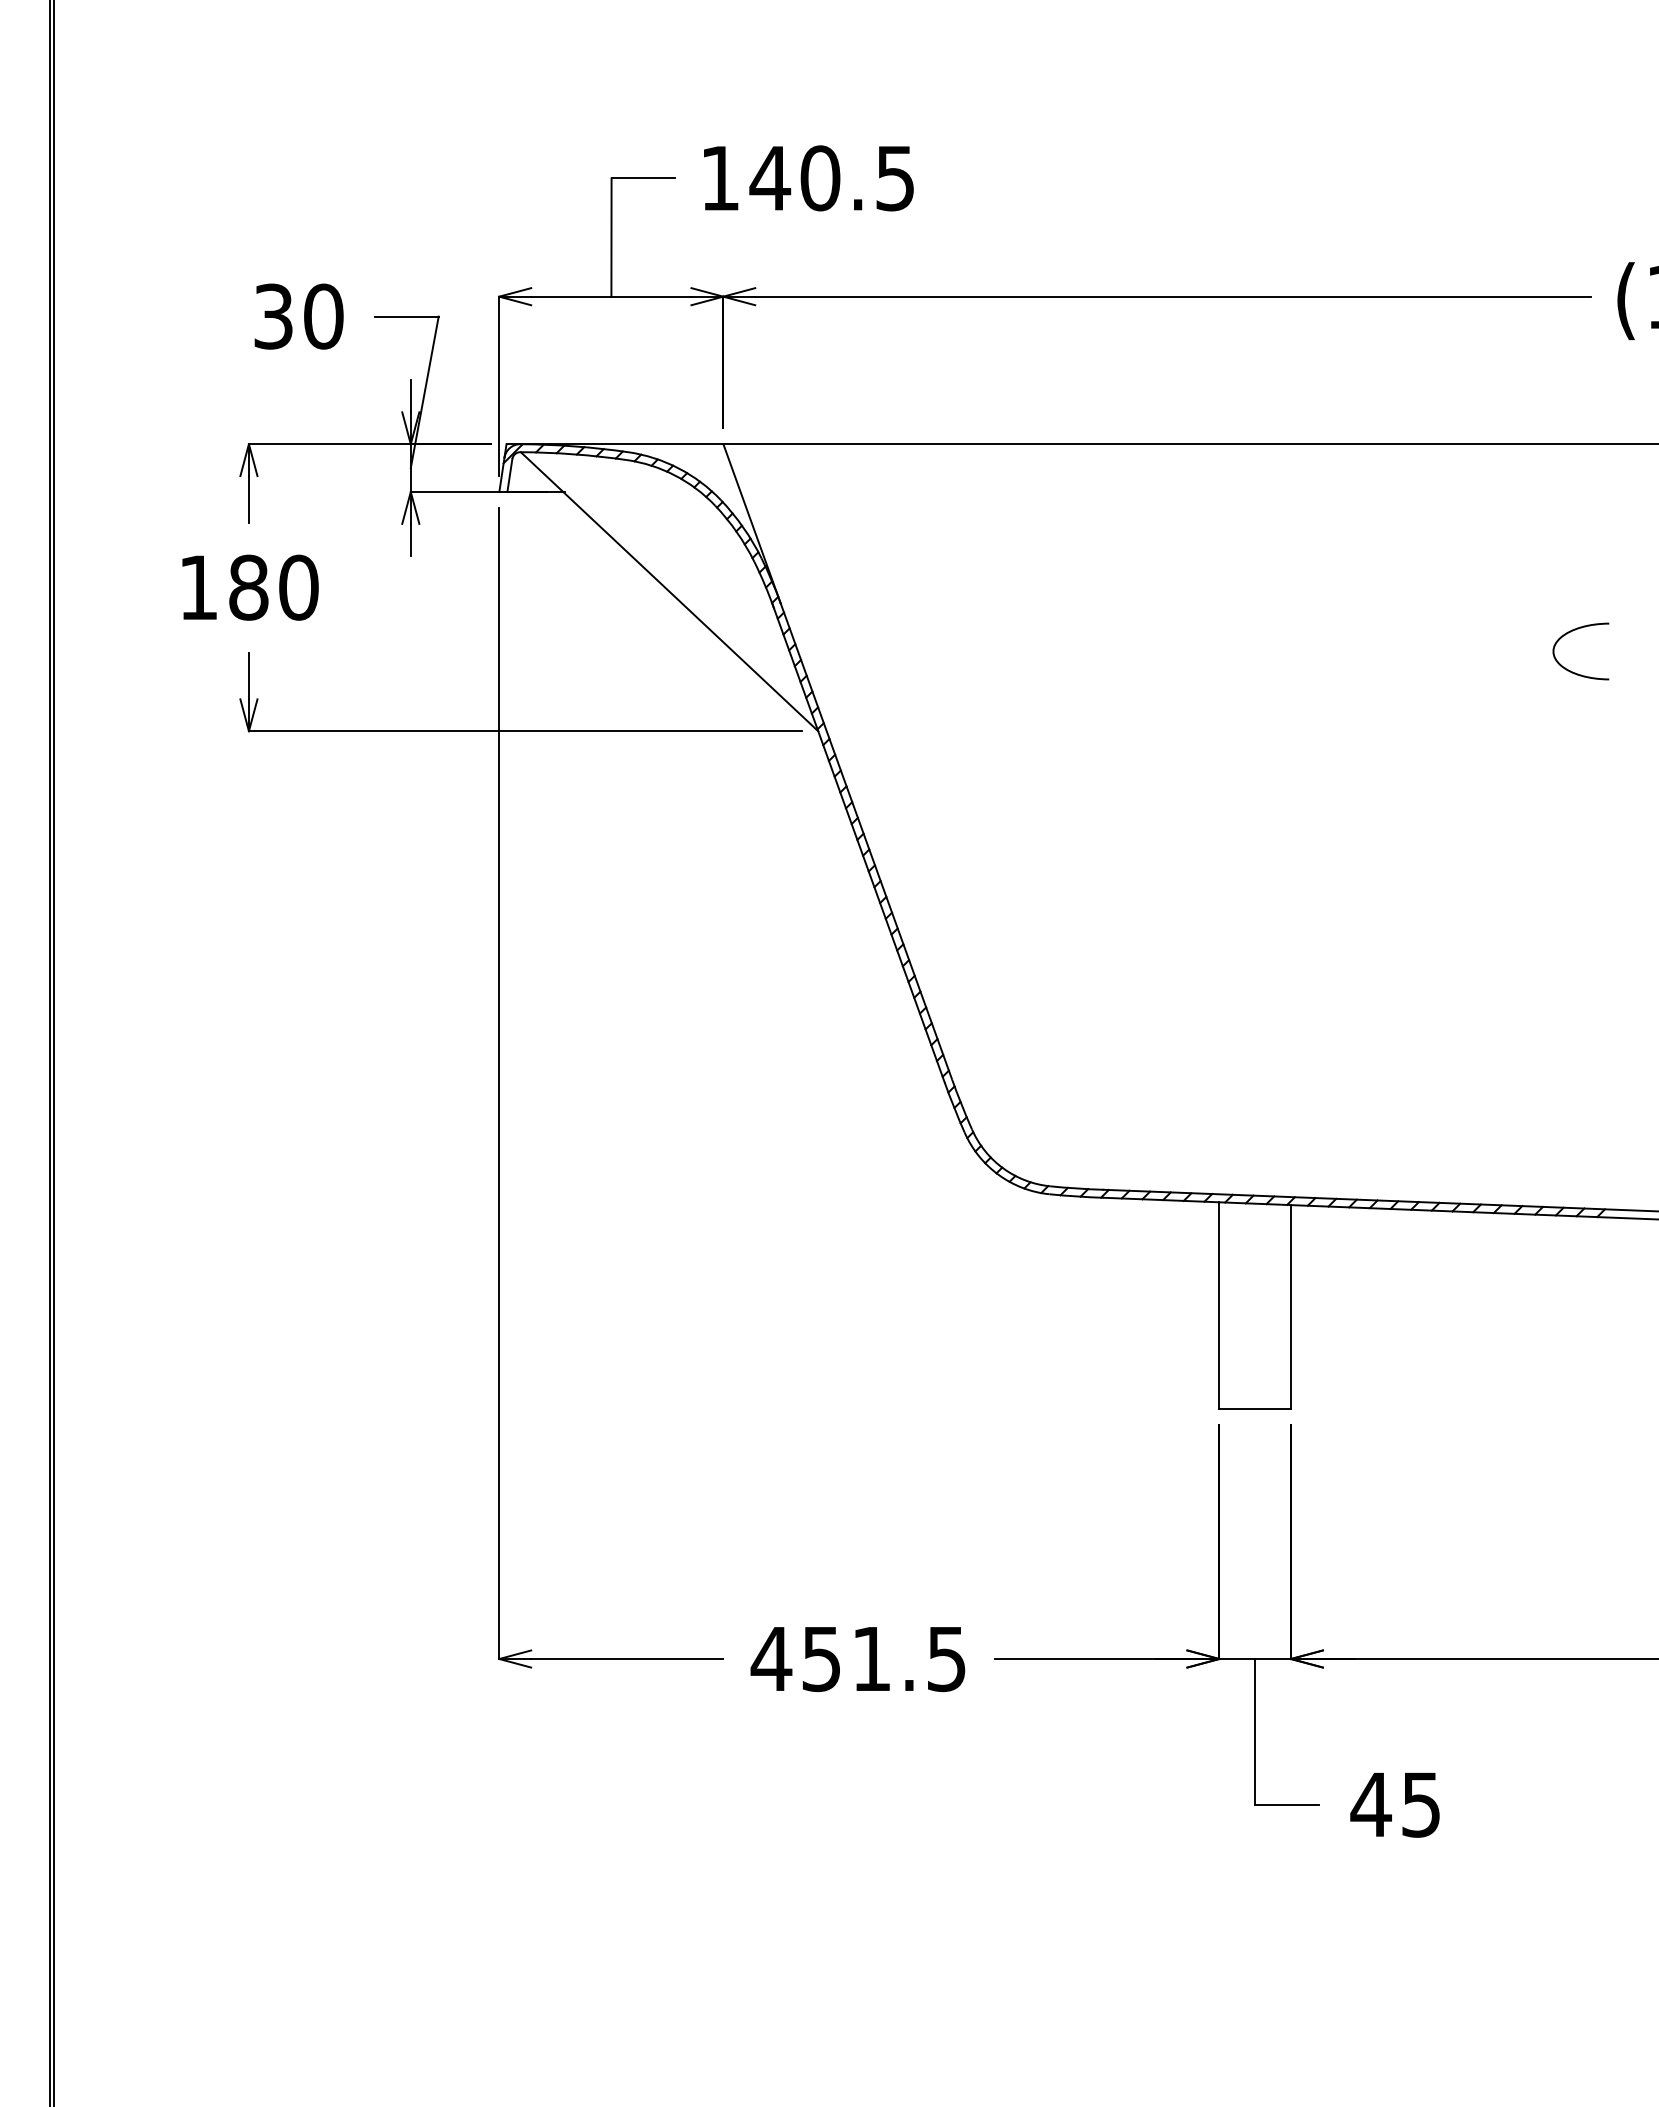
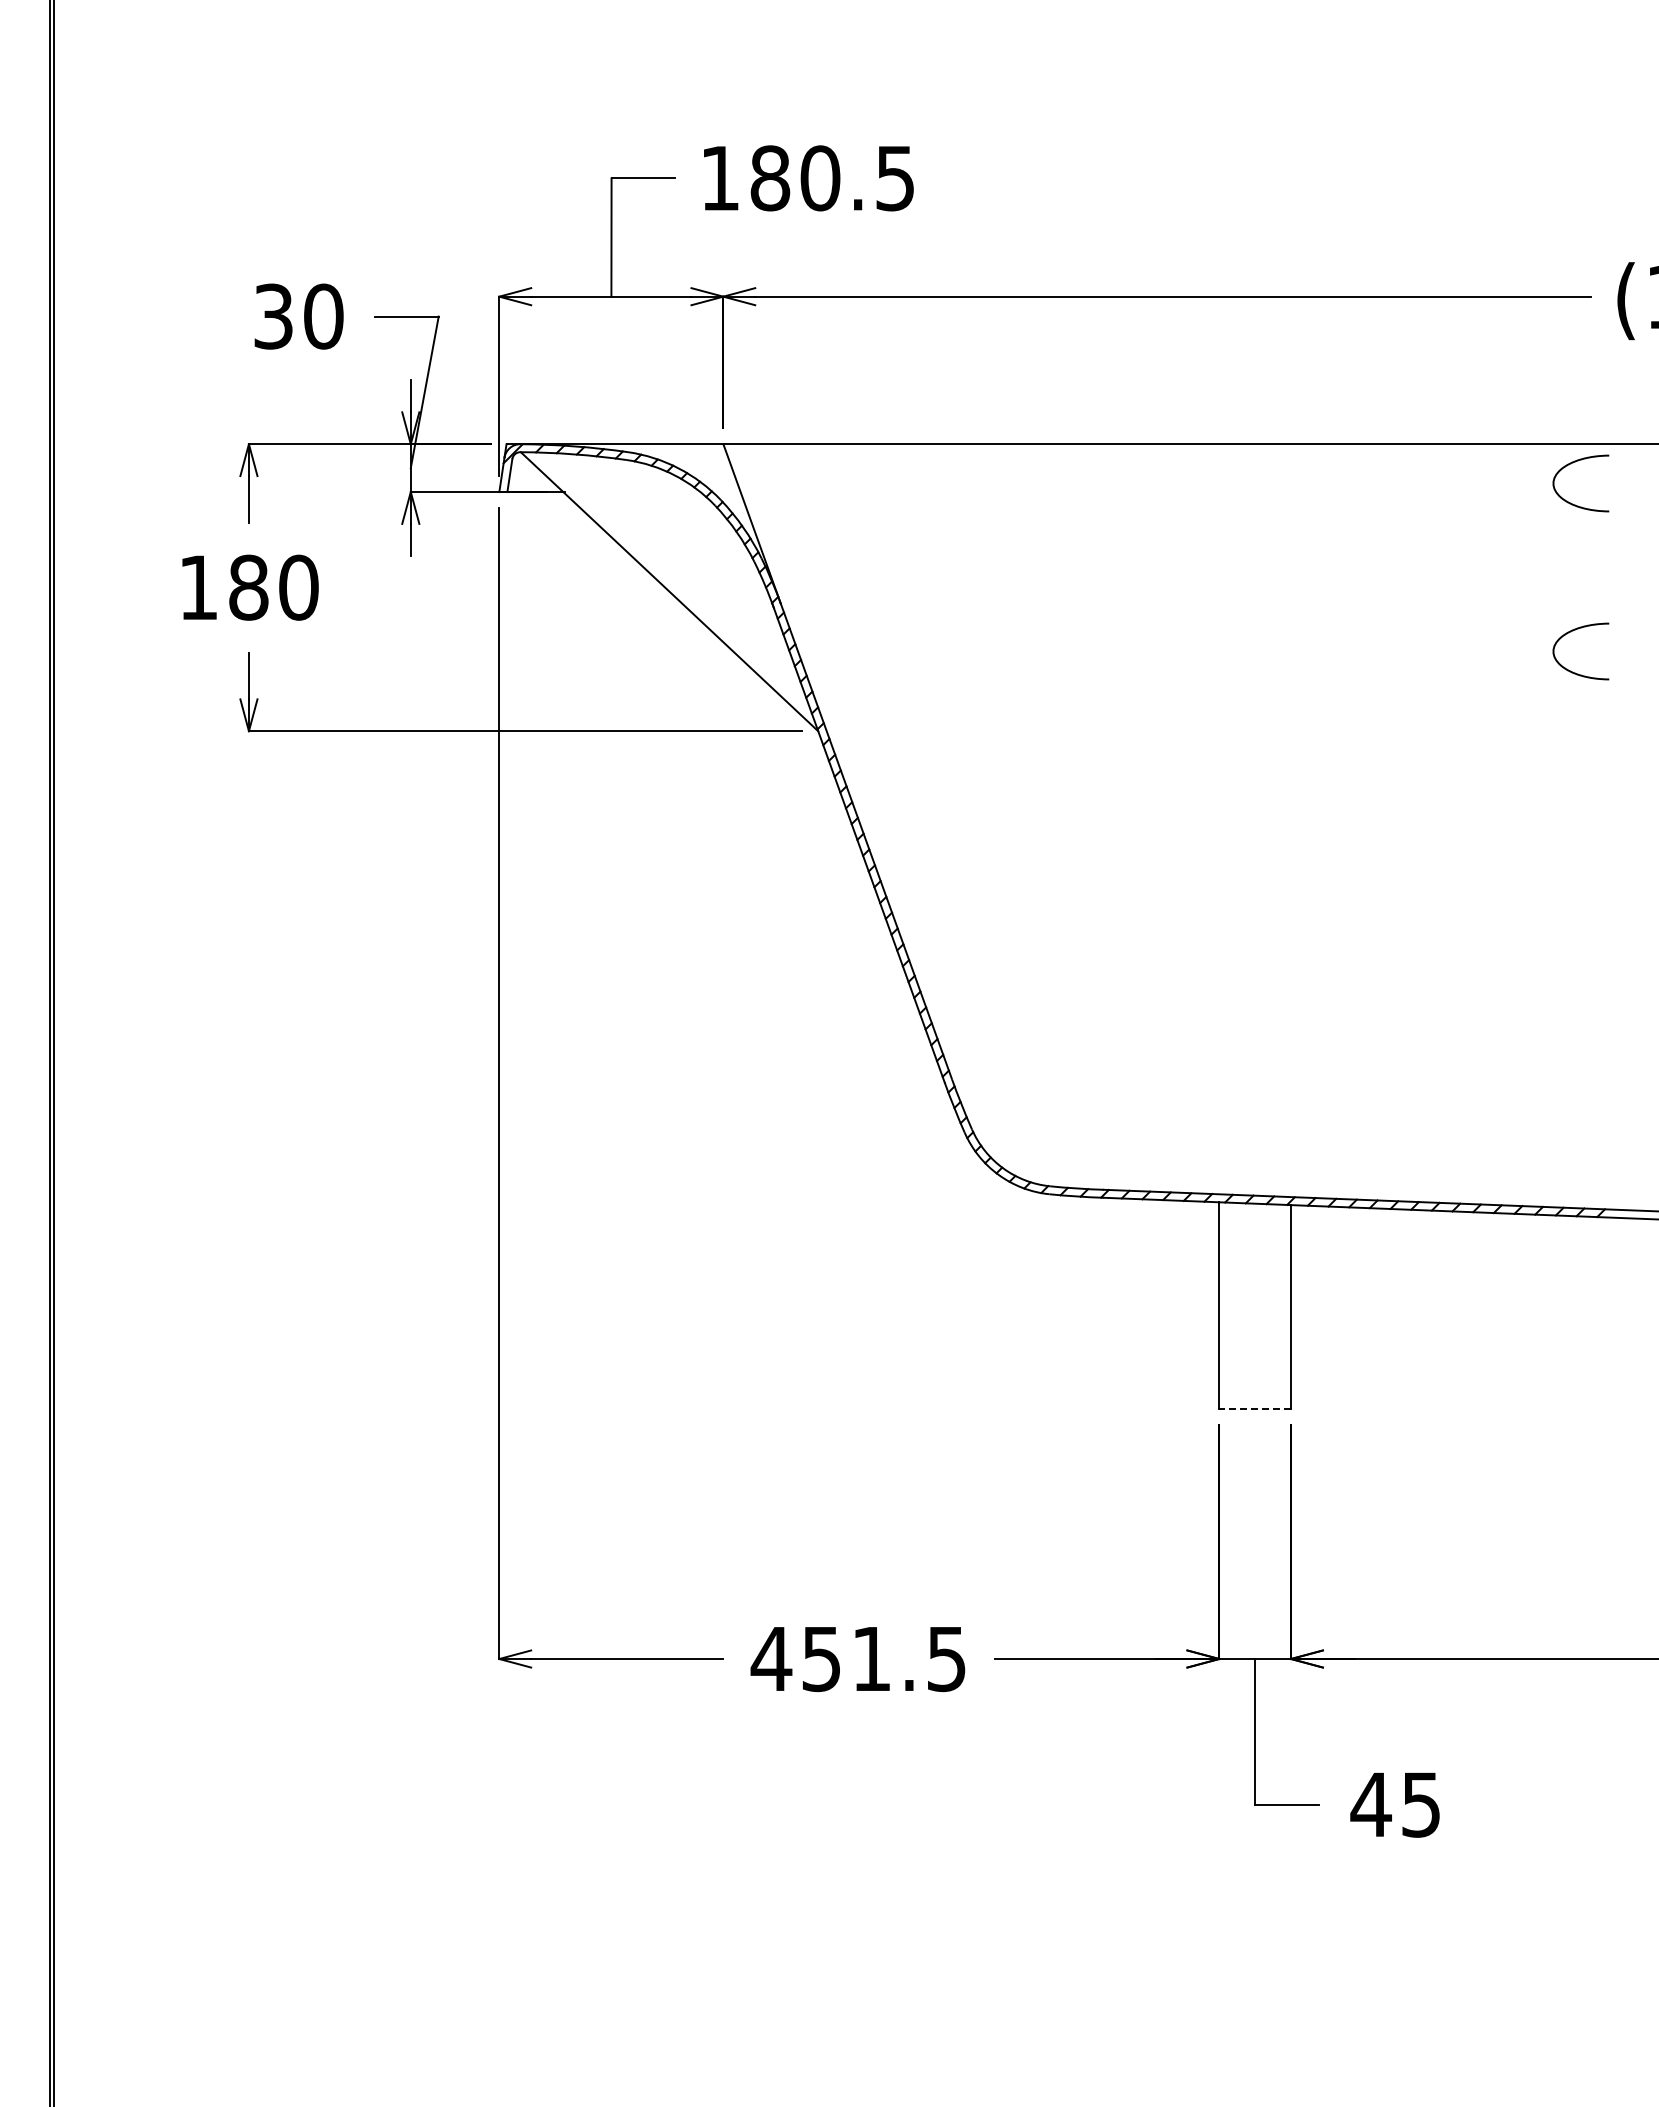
text at (770, 178): 140.5 -> 180.5
curve at (1573, 463): none -> present
line at (1255, 1409): solid -> dashed
